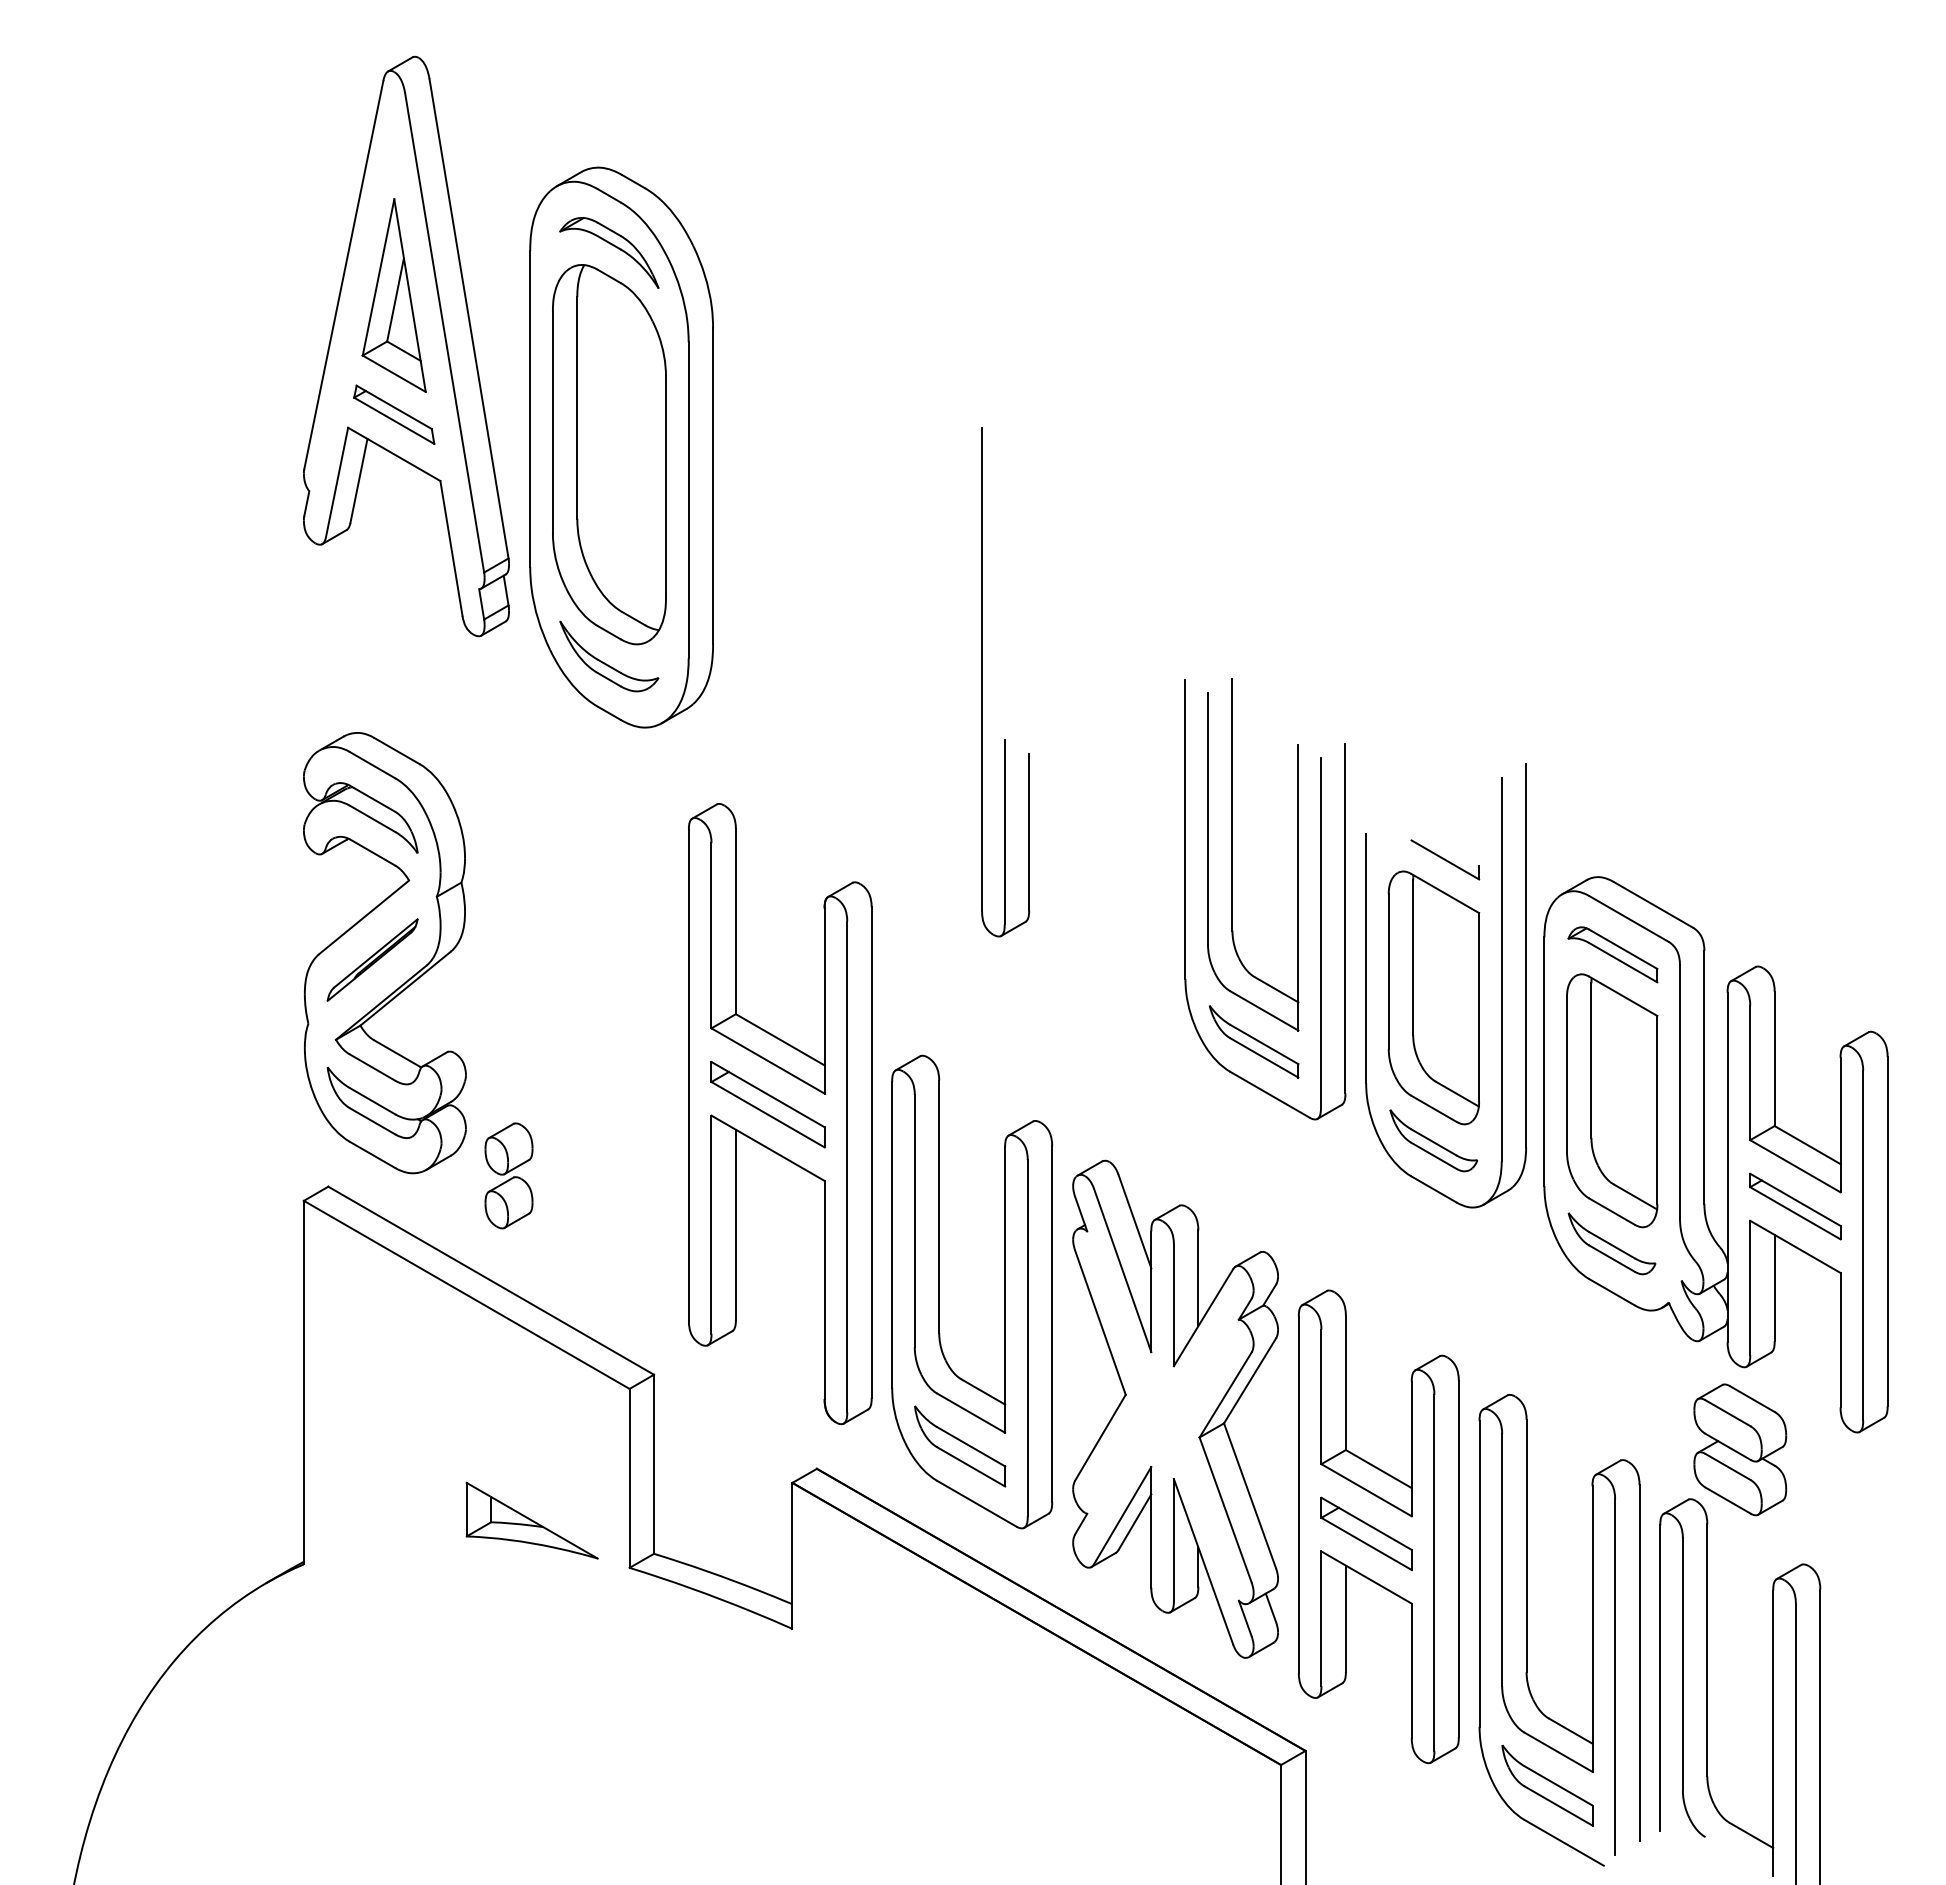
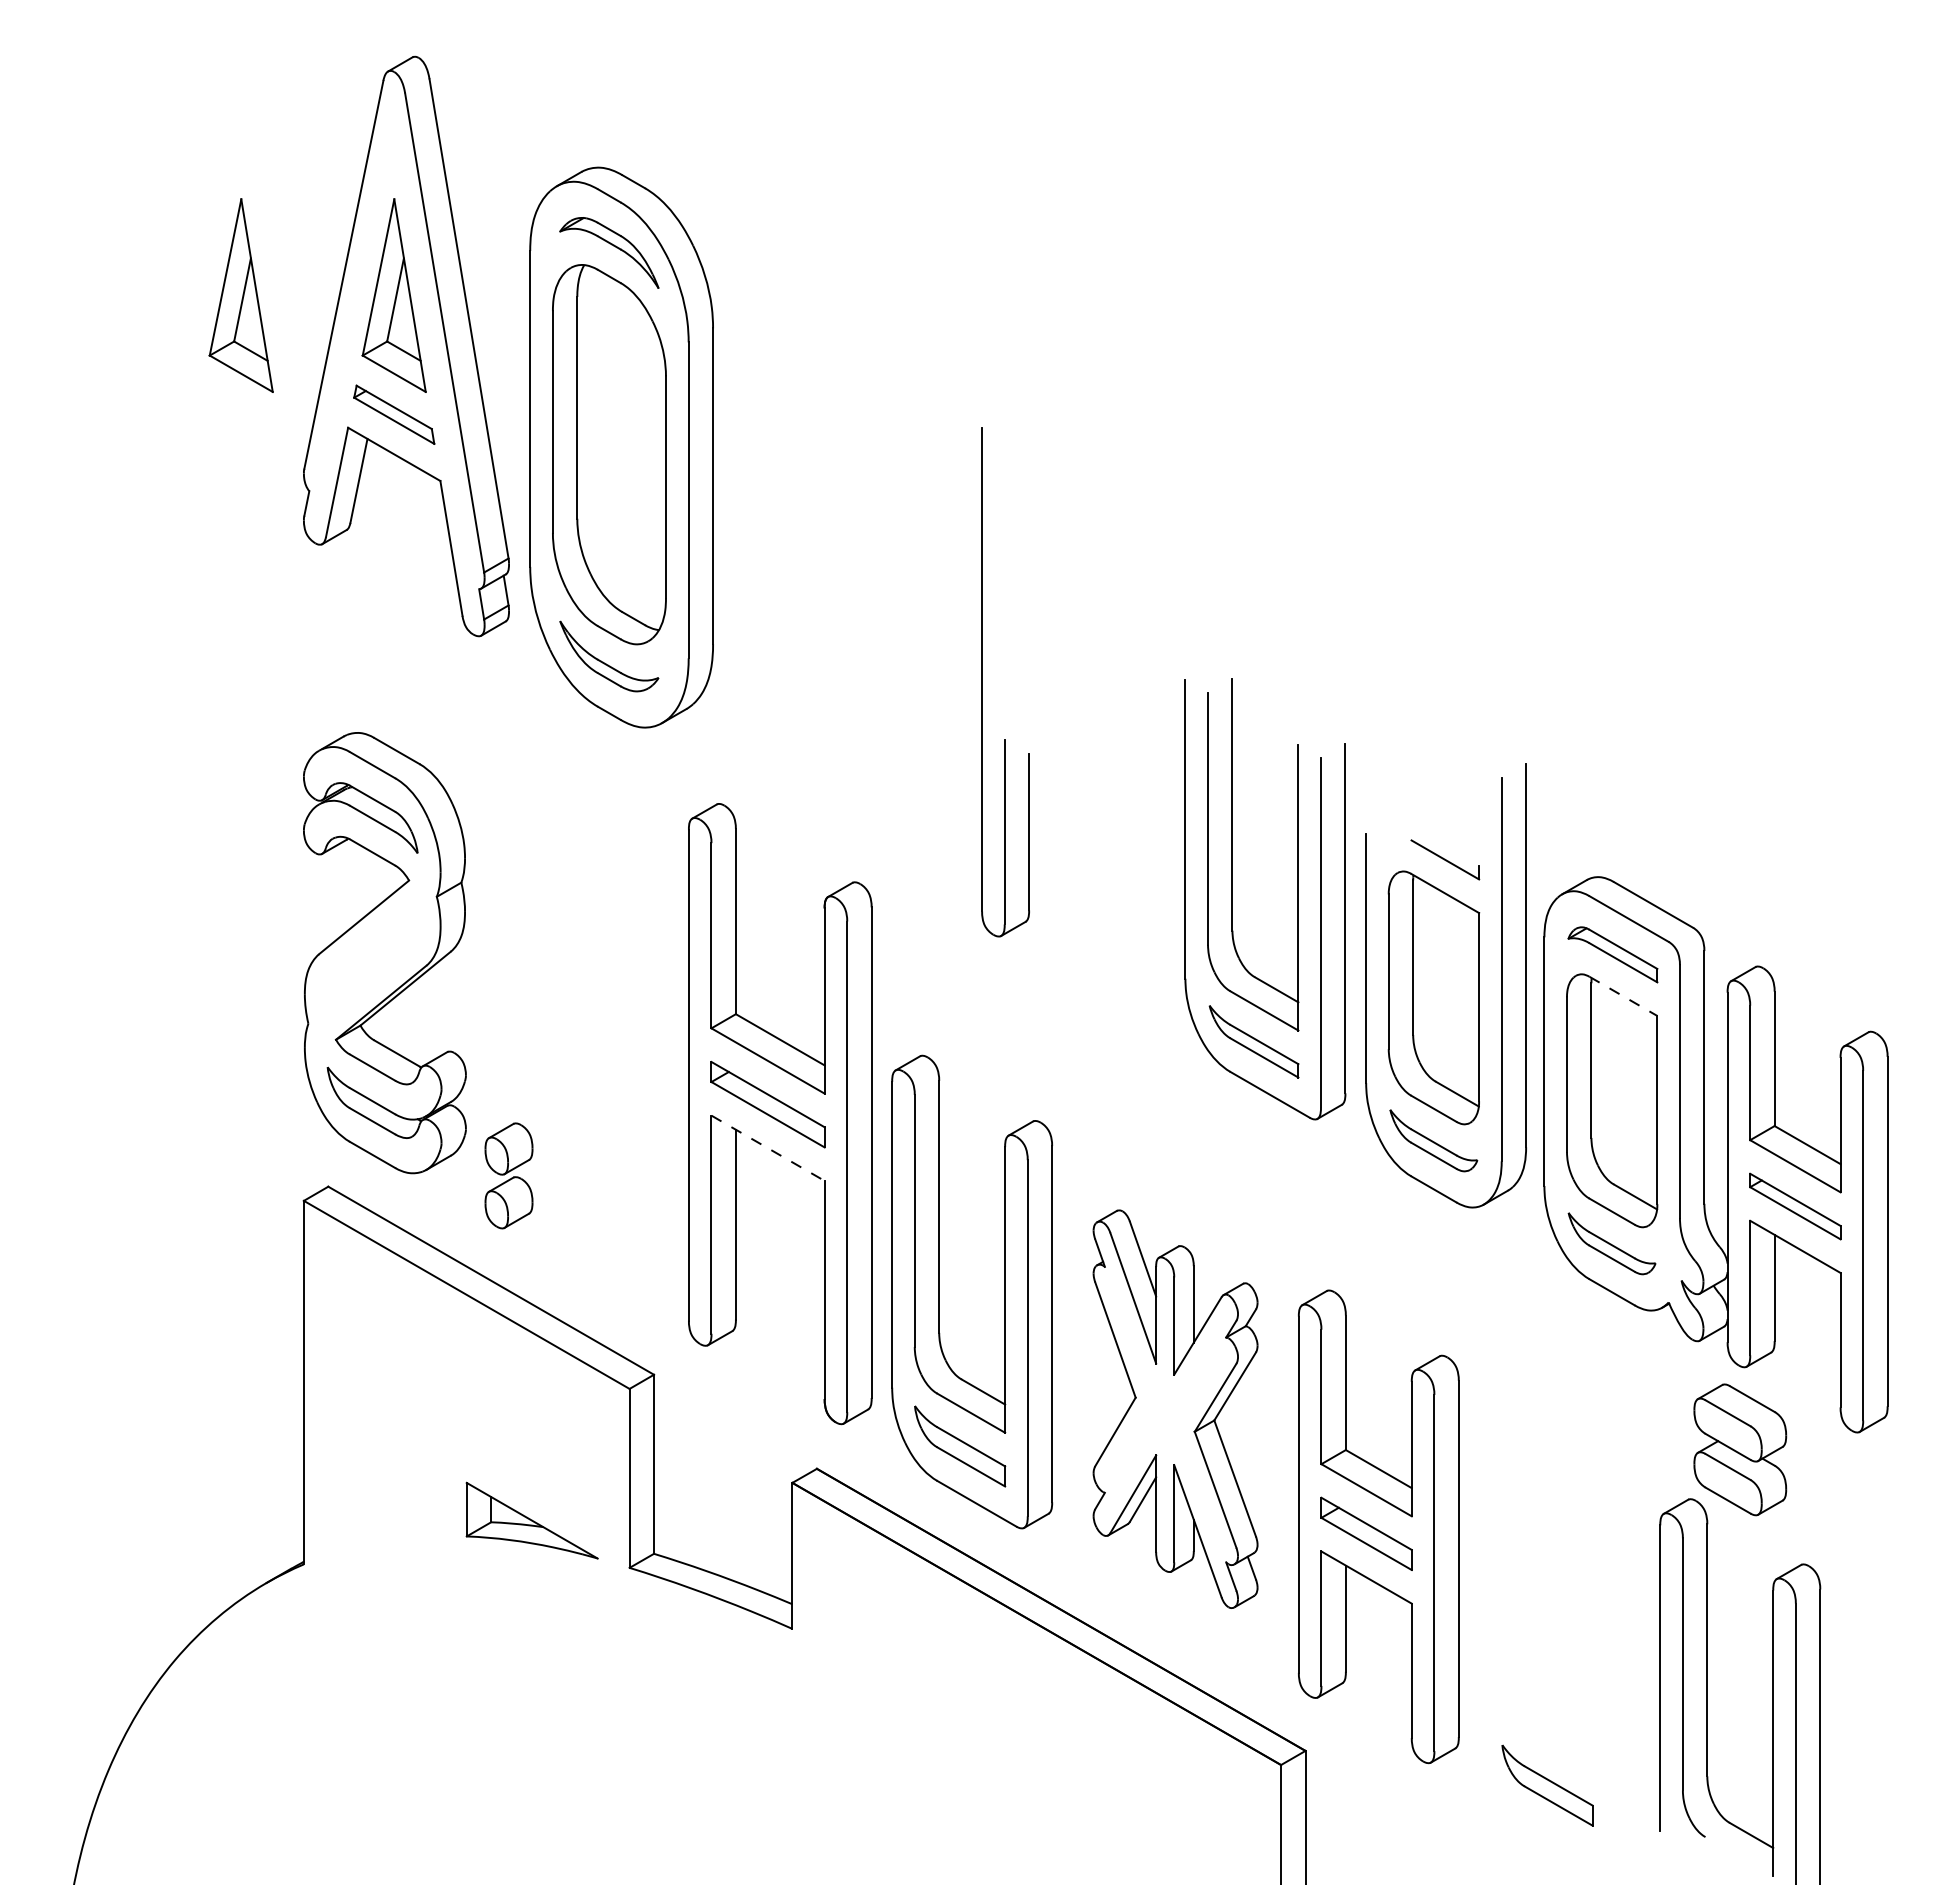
part at (240, 295): none -> present
part at (372, 959): present -> none
line at (1623, 996): solid -> dashed
line at (768, 1148): solid -> dashed
part at (1175, 1408) size: 207x500 px -> 167x400 px
part at (1527, 1630): present -> none
